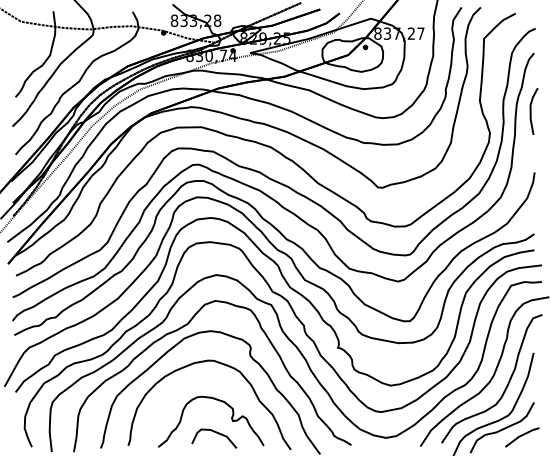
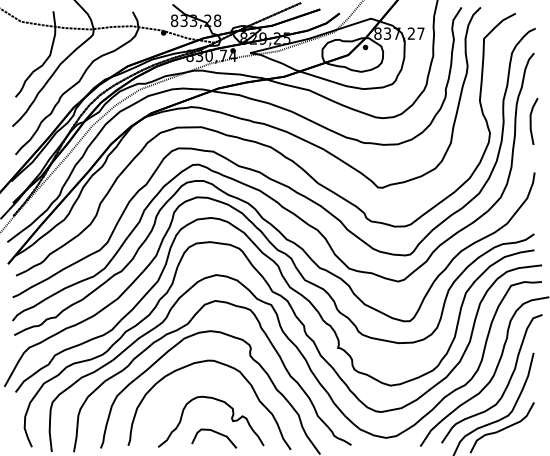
line at (531, 111) position: (531, 111) -> (531, 121)
line at (522, 436): present -> none
